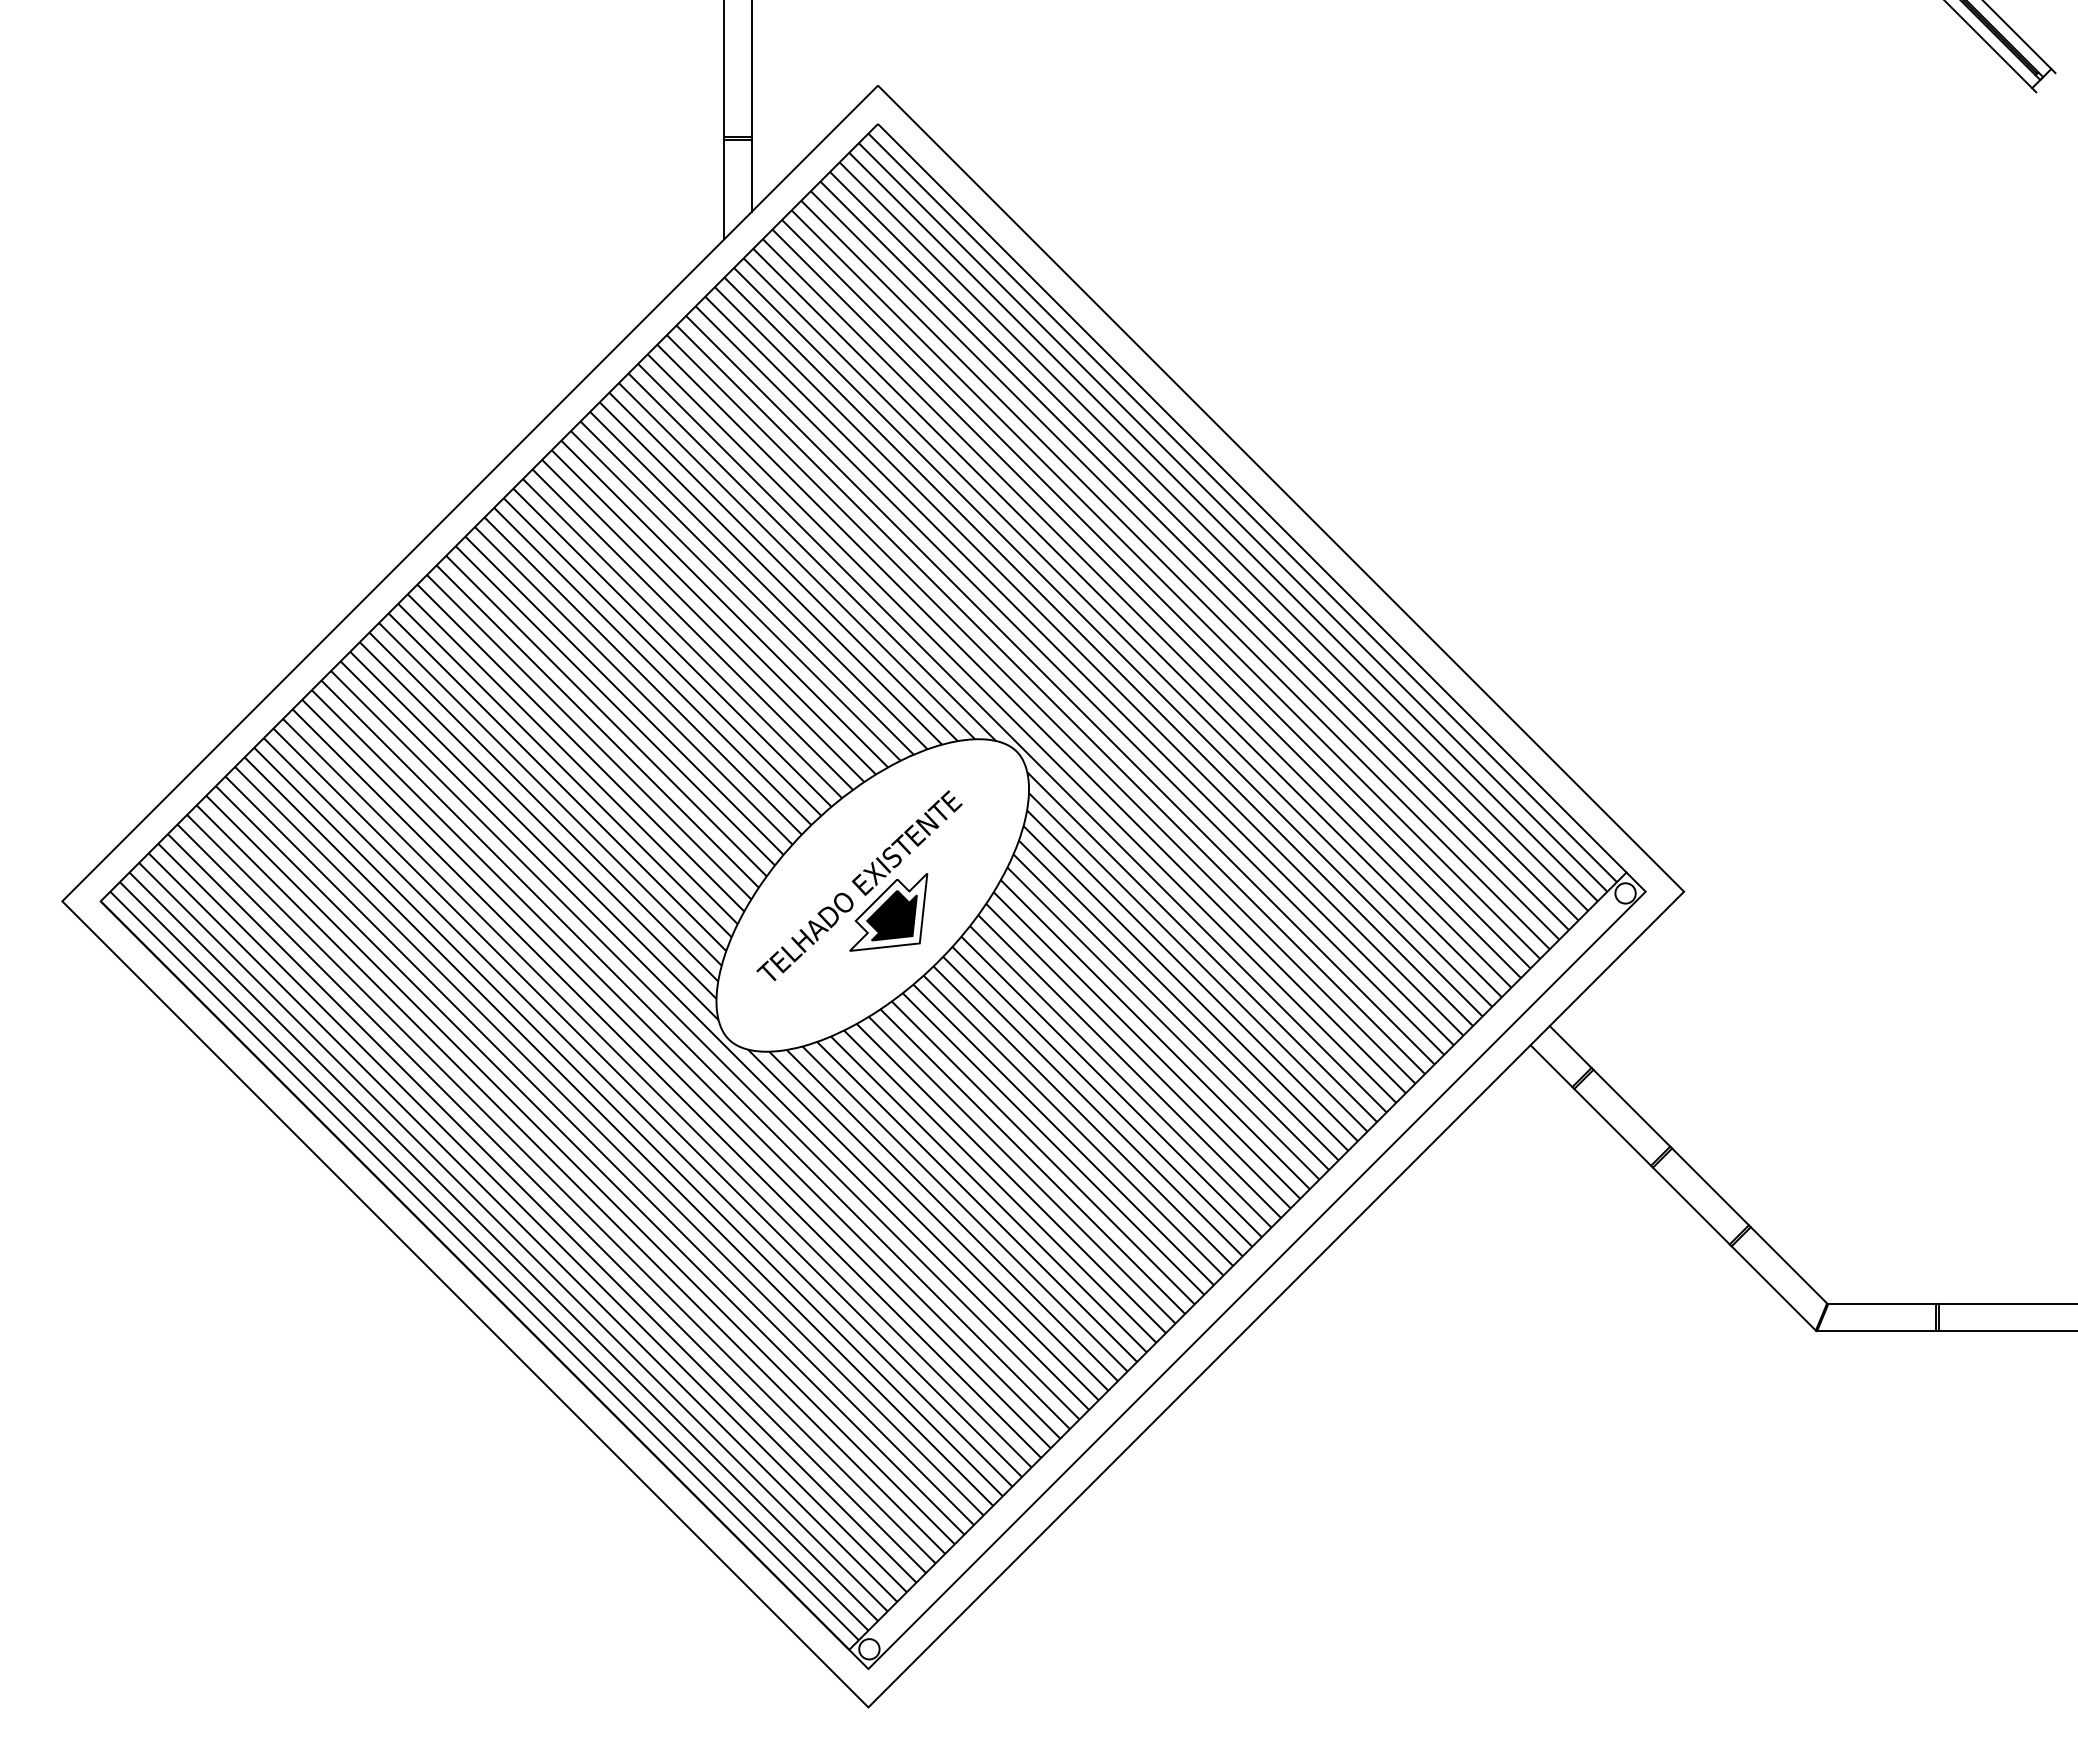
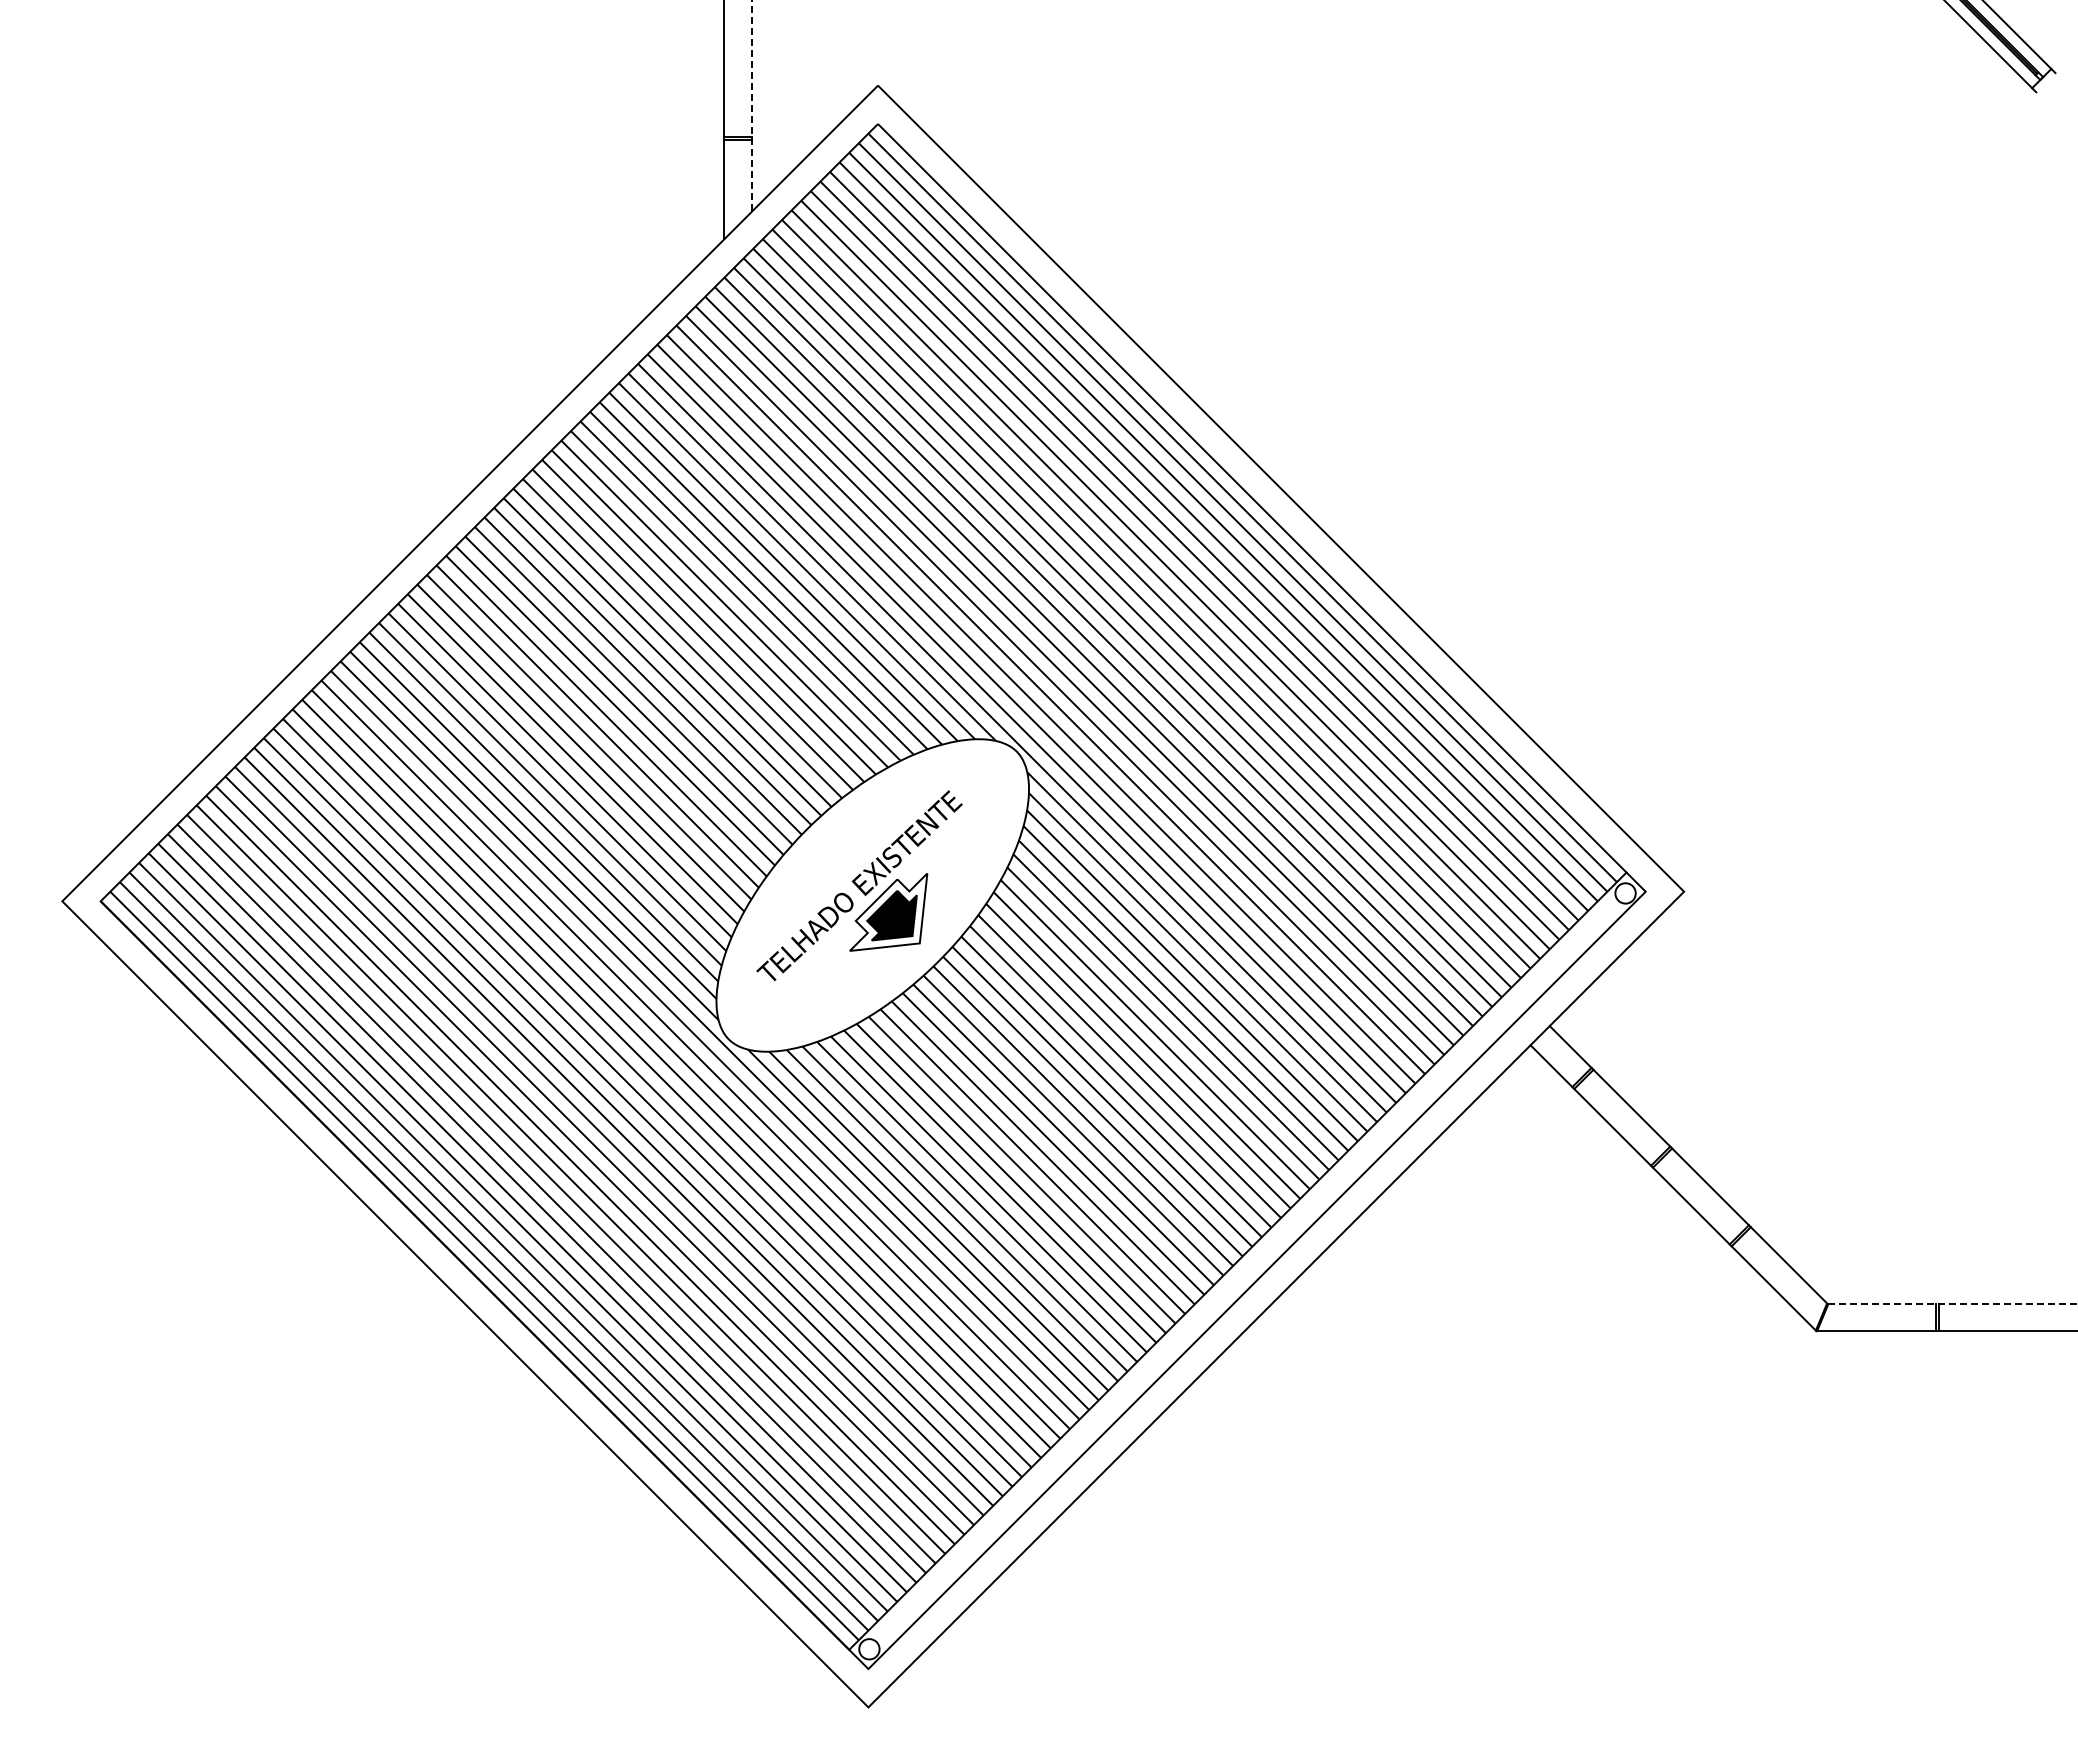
line at (751, 106): solid -> dashed
line at (1952, 1303): solid -> dashed
